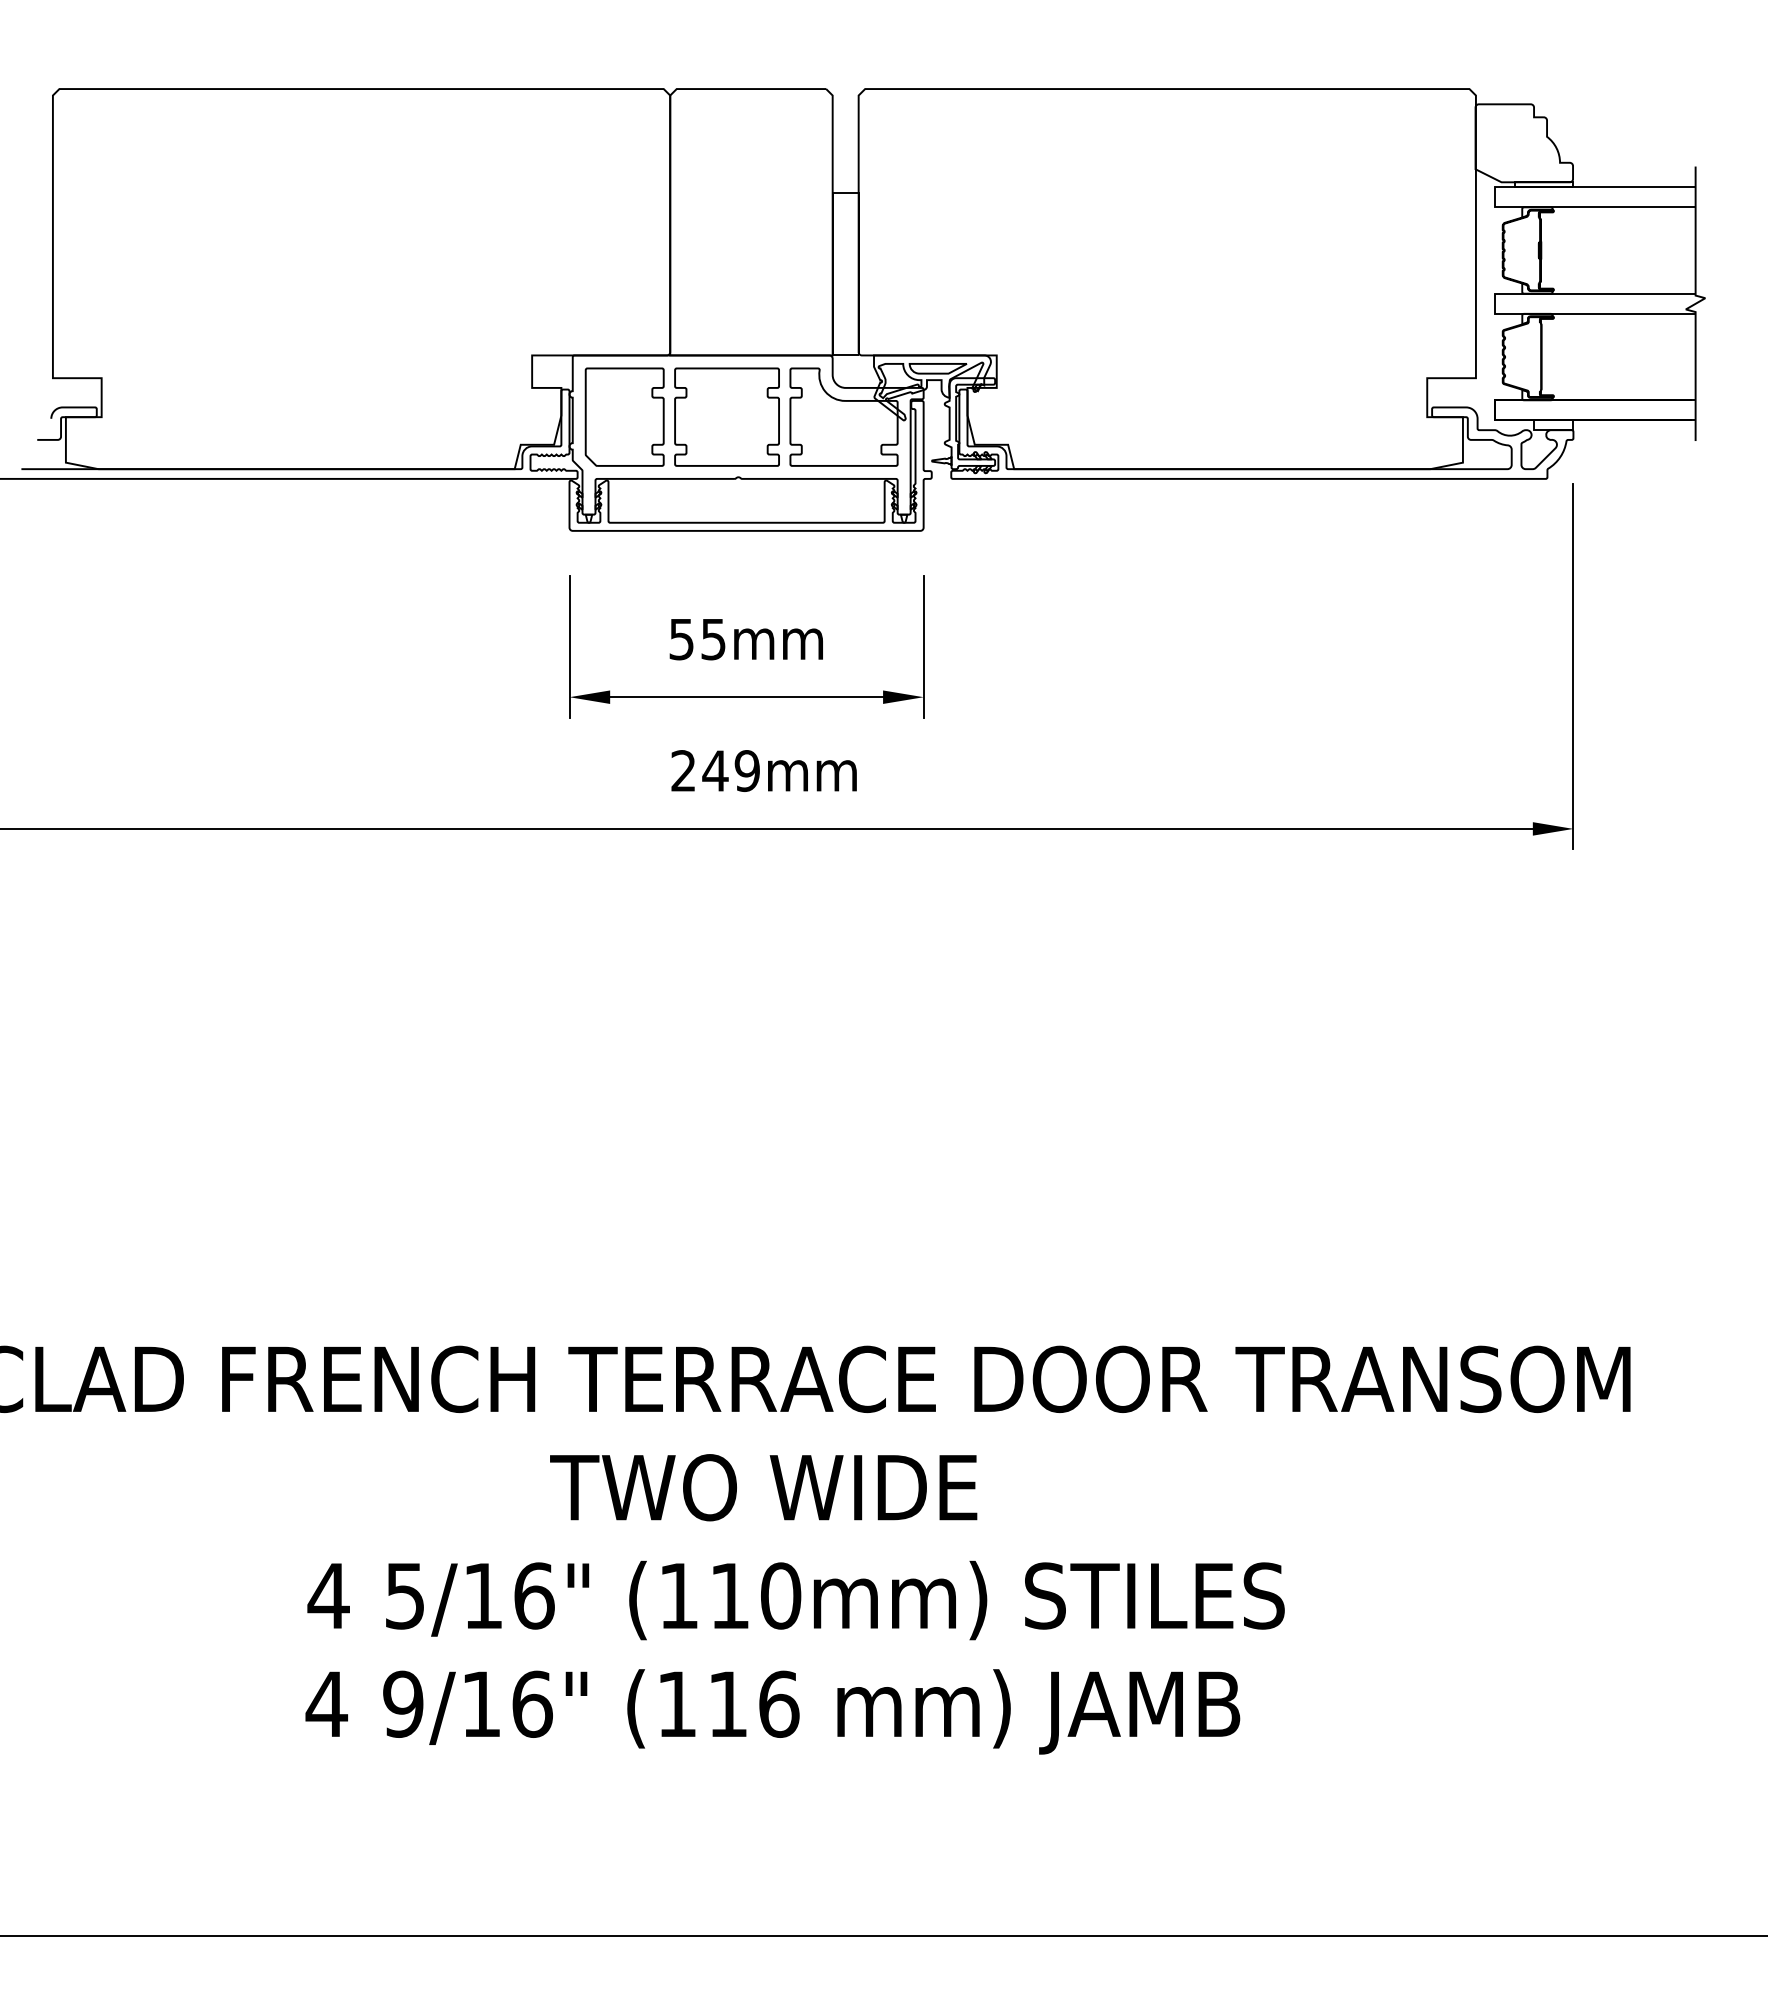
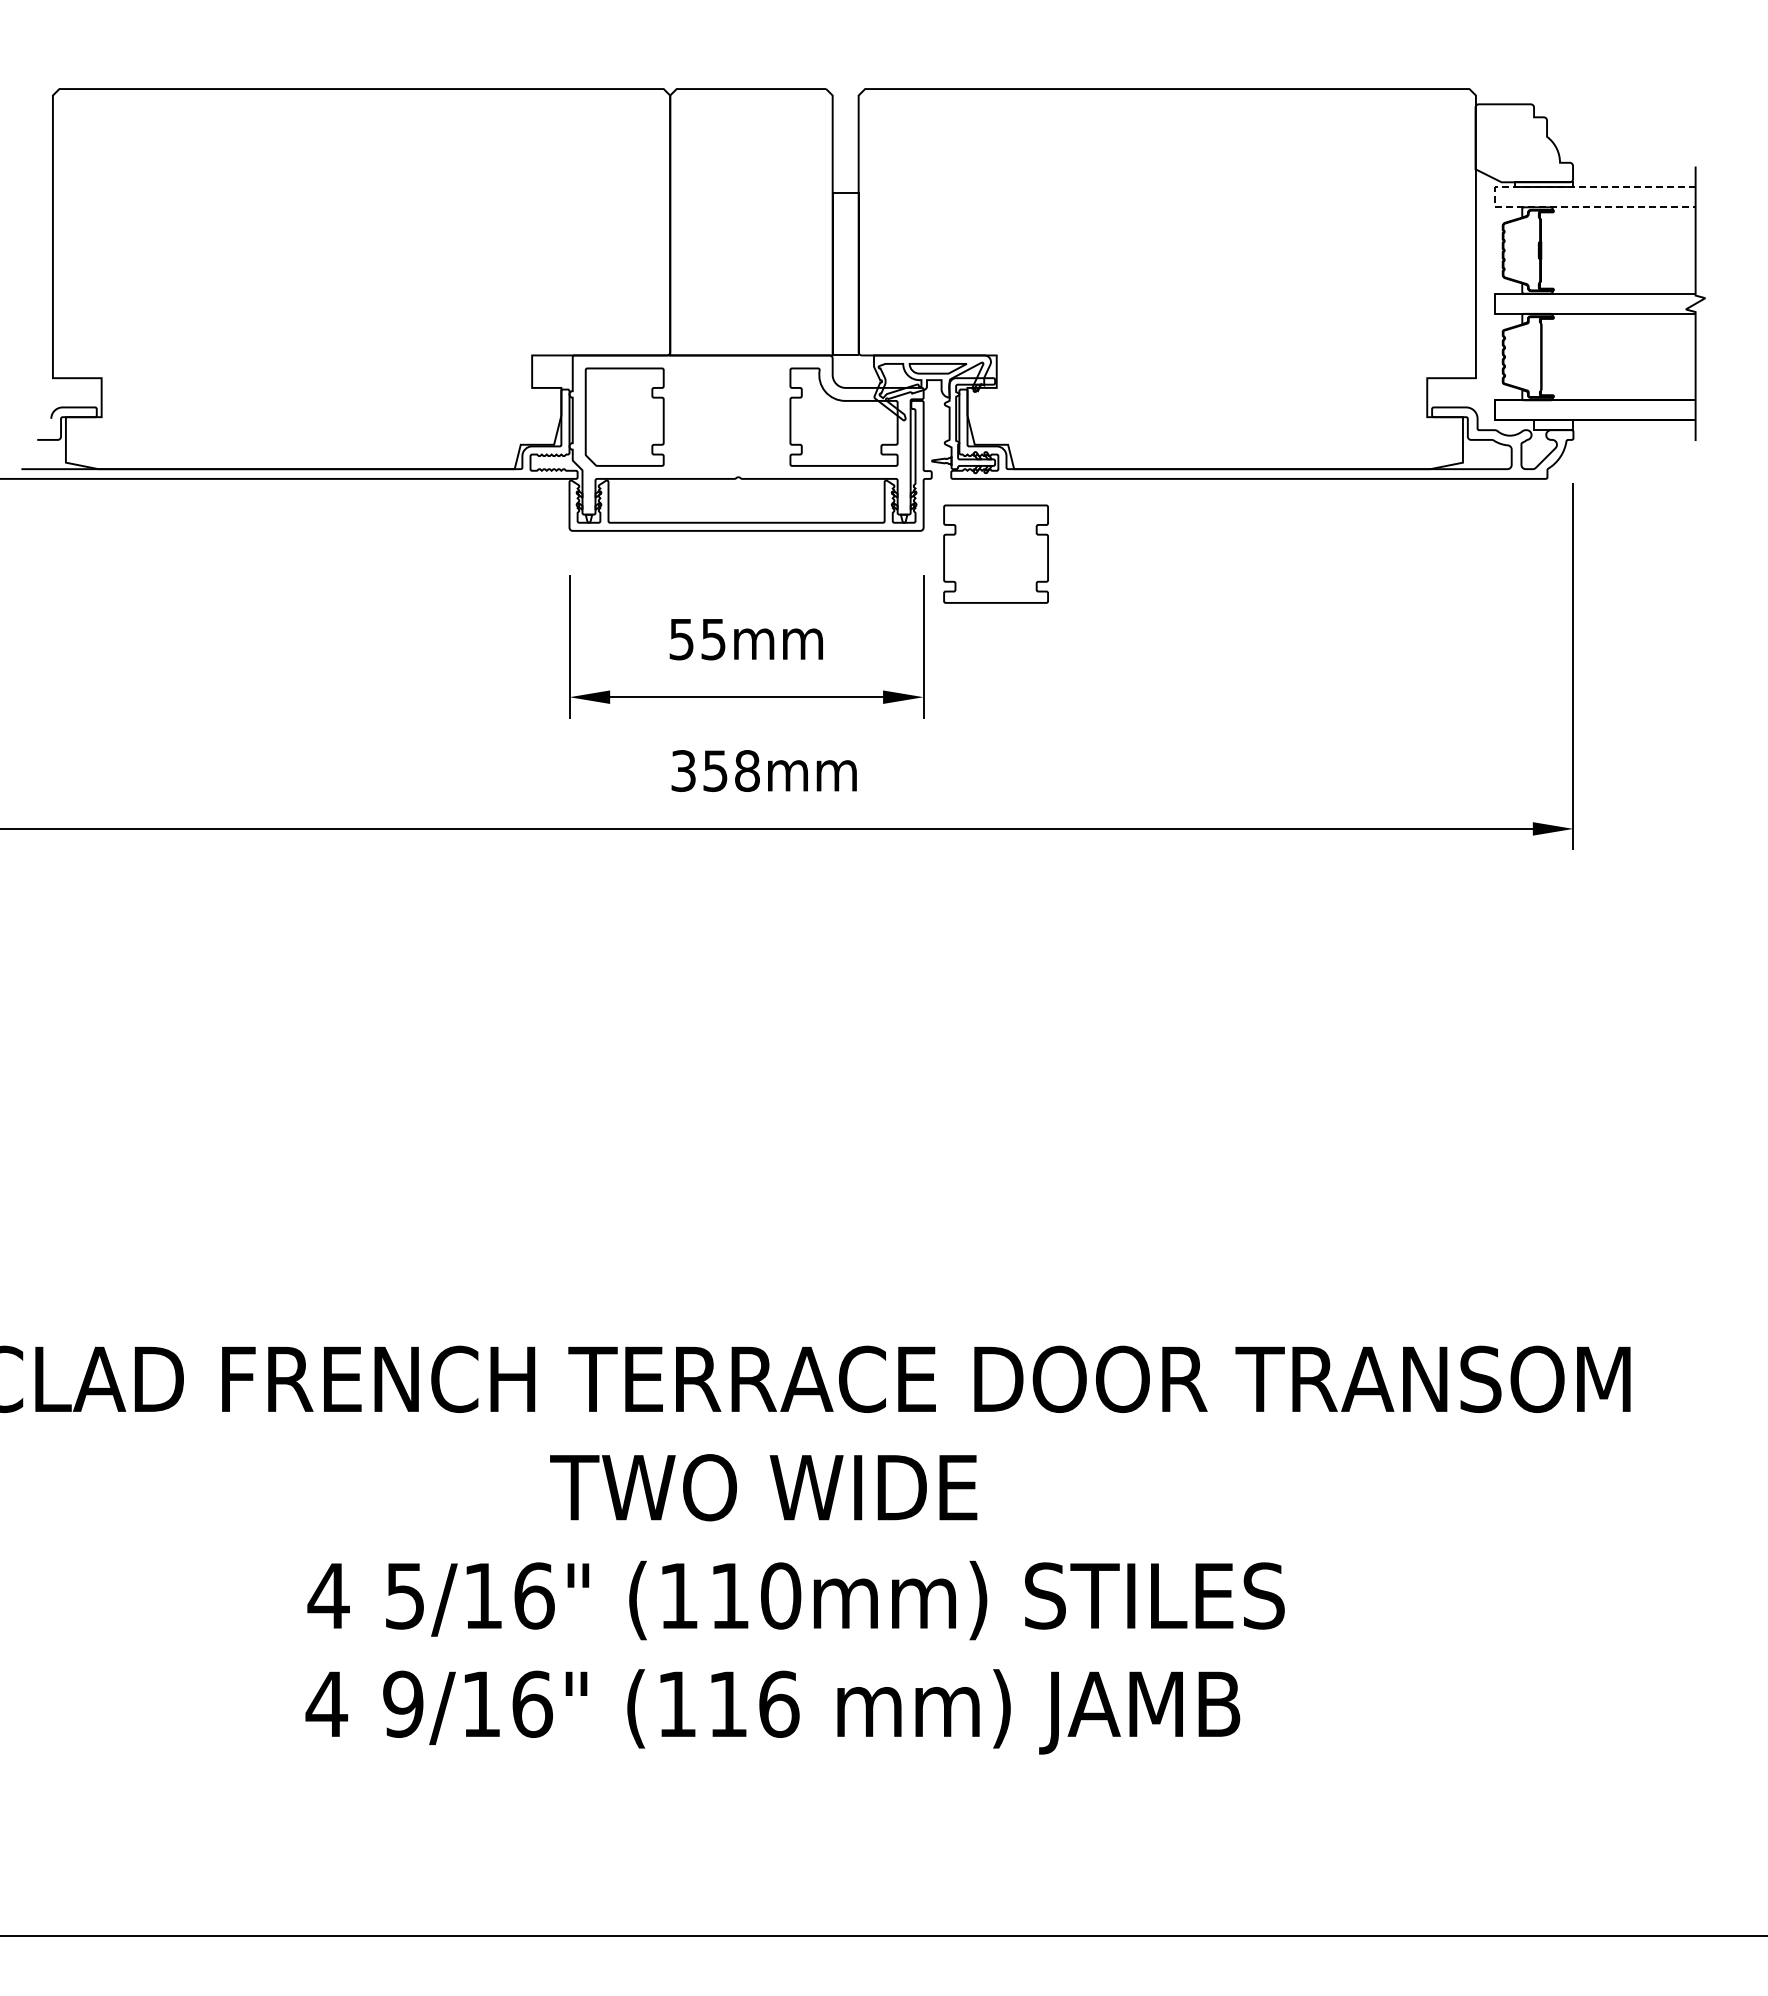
line at (1495, 197): solid -> dashed
part at (726, 416) position: (726, 416) -> (995, 553)
text at (715, 771): 249mm -> 358mm
